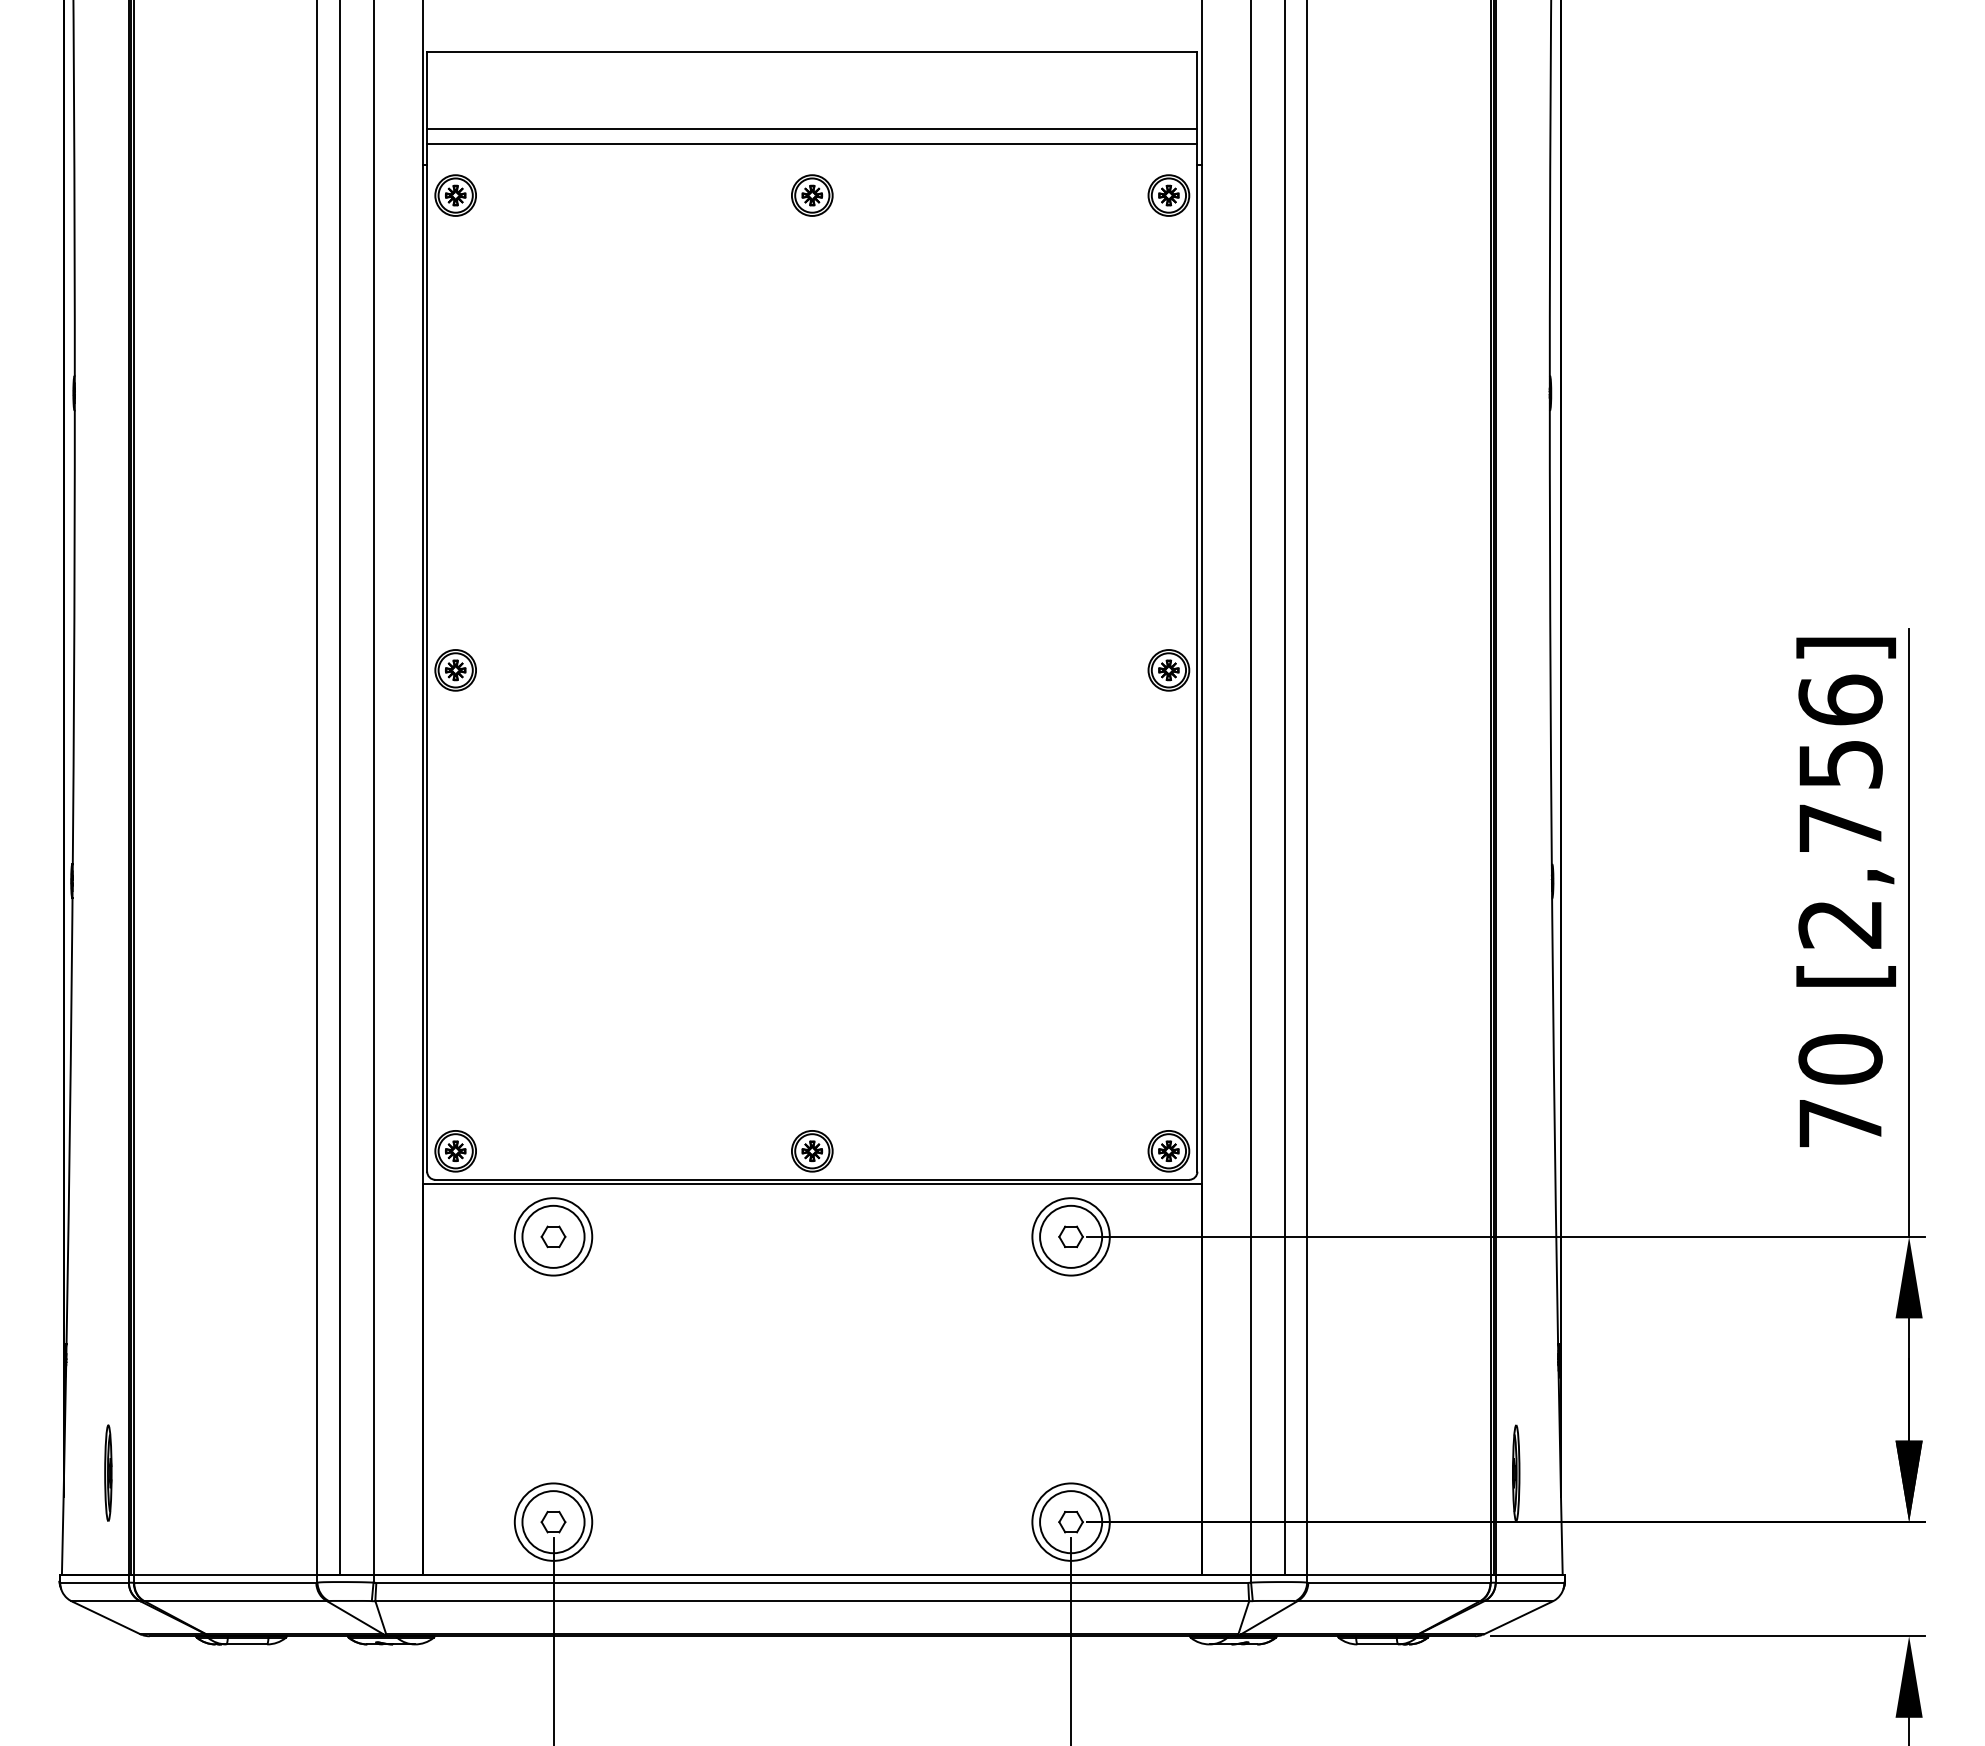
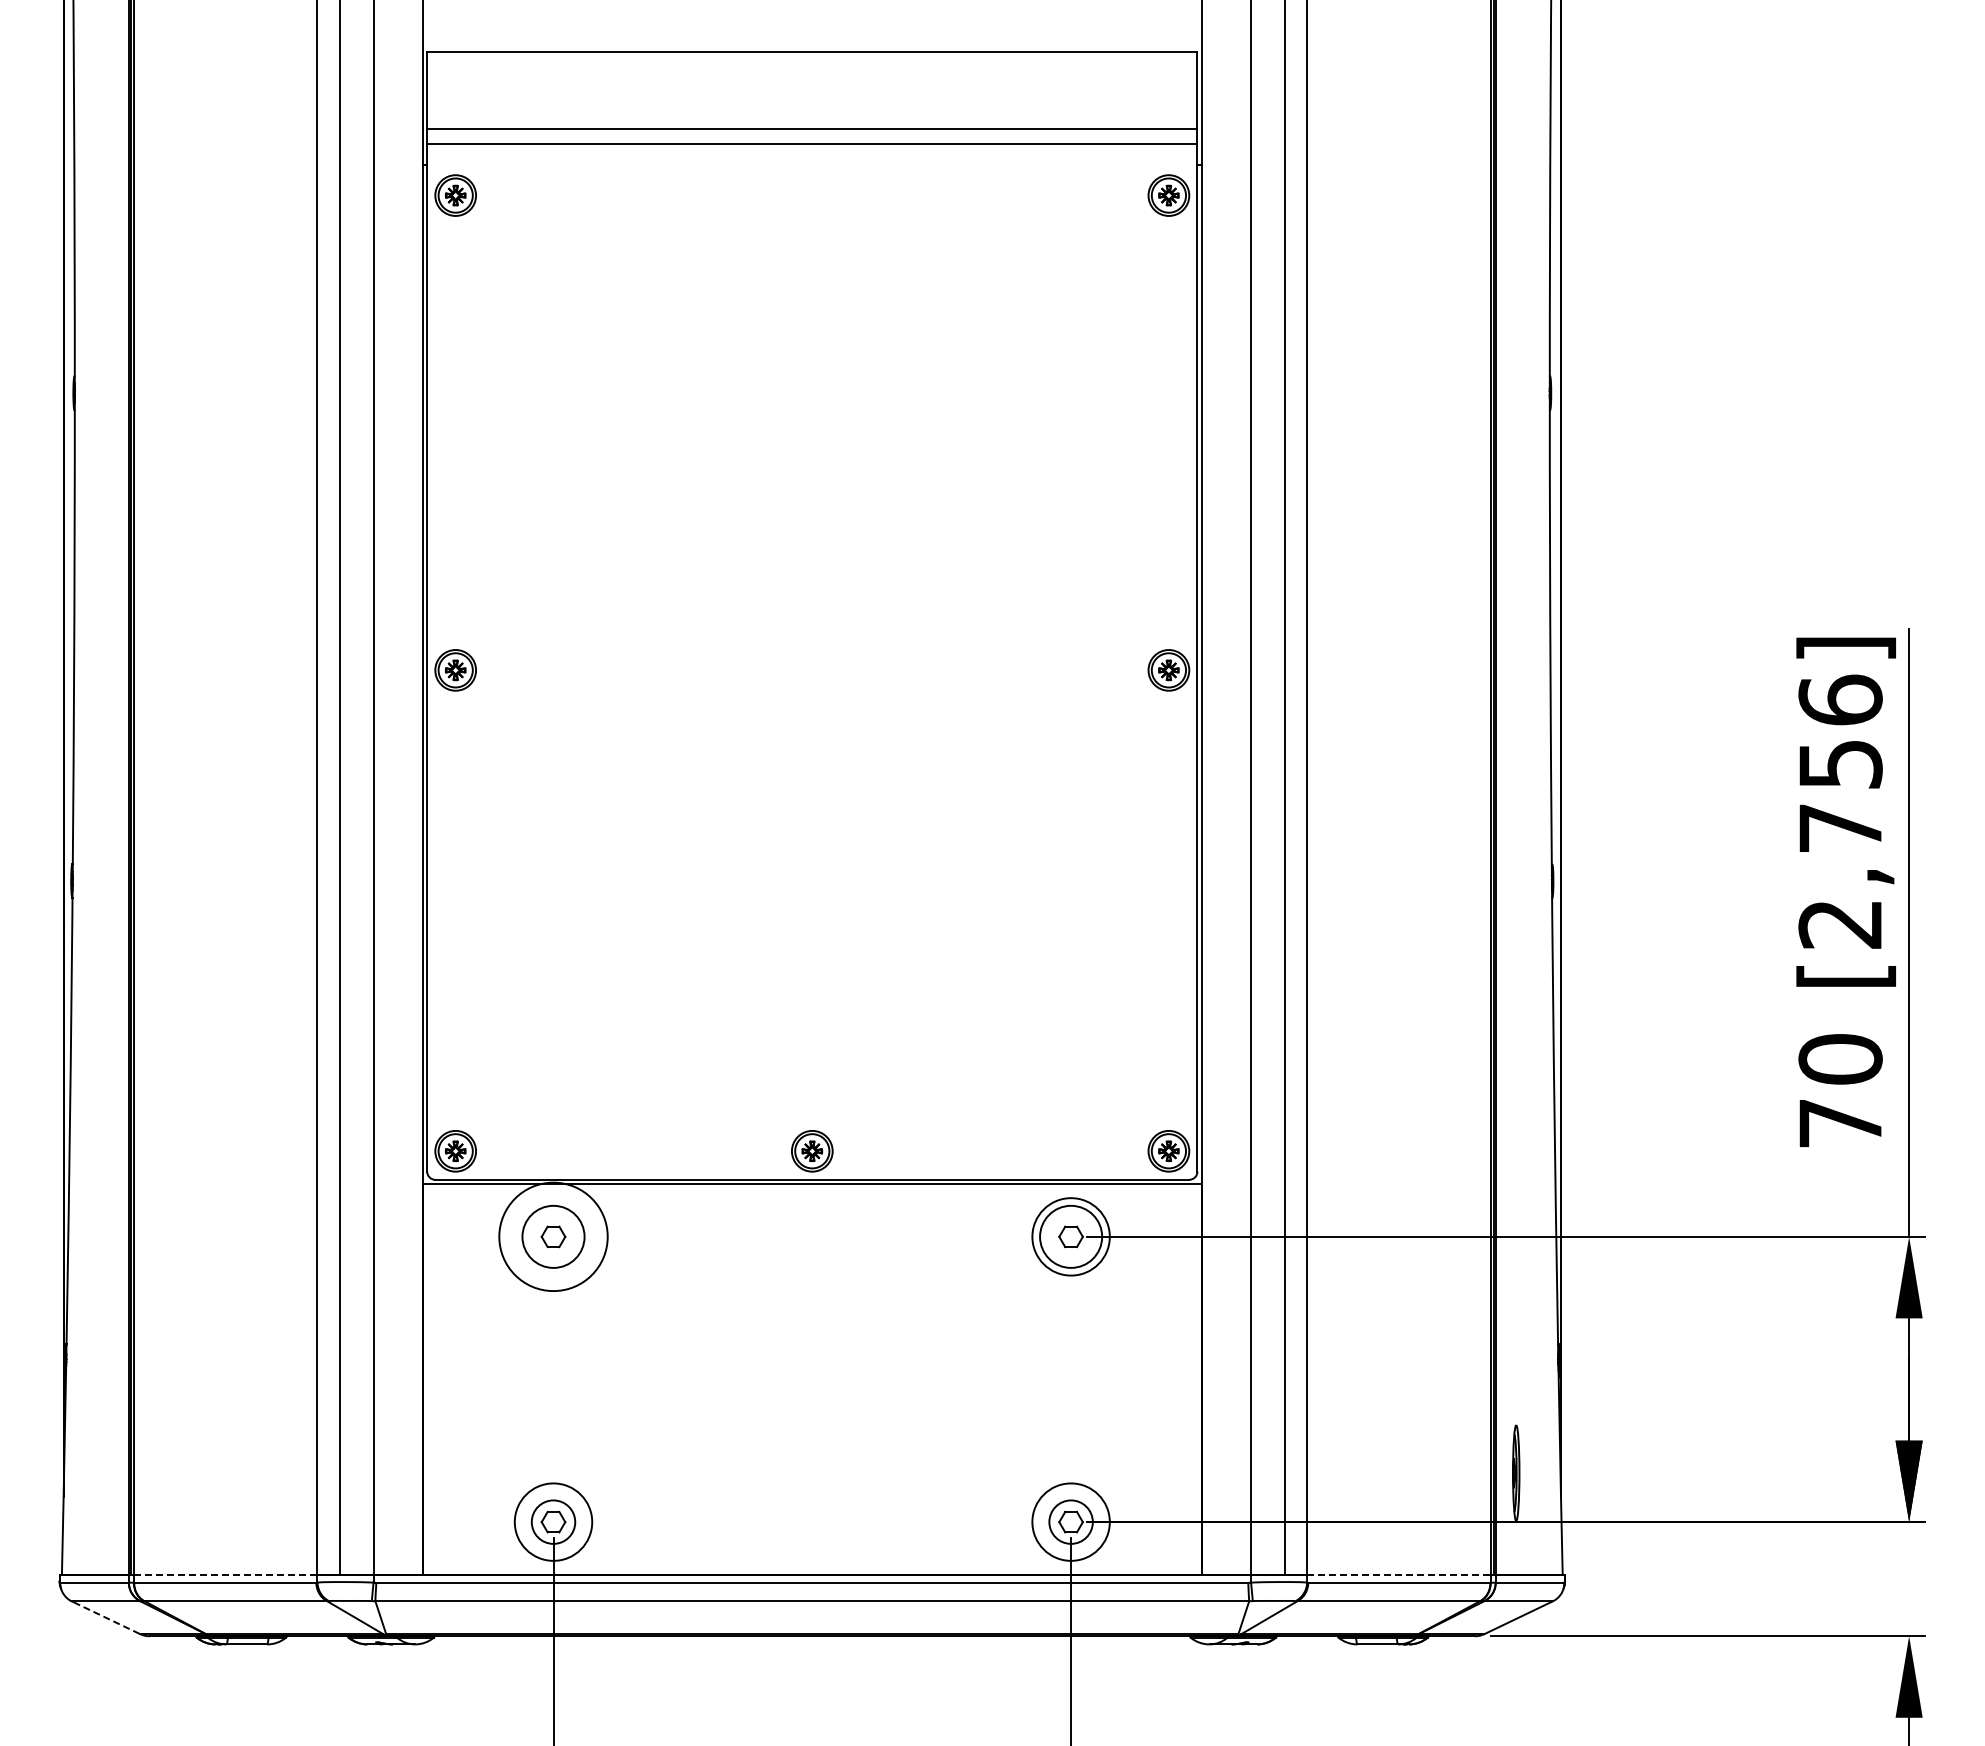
part at (812, 195): present -> none
circle at (553, 1236) diameter: 77 px -> 108 px
part at (108, 1472): present -> none
circle at (553, 1522) diameter: 62 px -> 43 px
circle at (1071, 1522) diameter: 62 px -> 43 px
line at (225, 1575): solid -> dashed
line at (1398, 1575): solid -> dashed
line at (106, 1618): solid -> dashed
